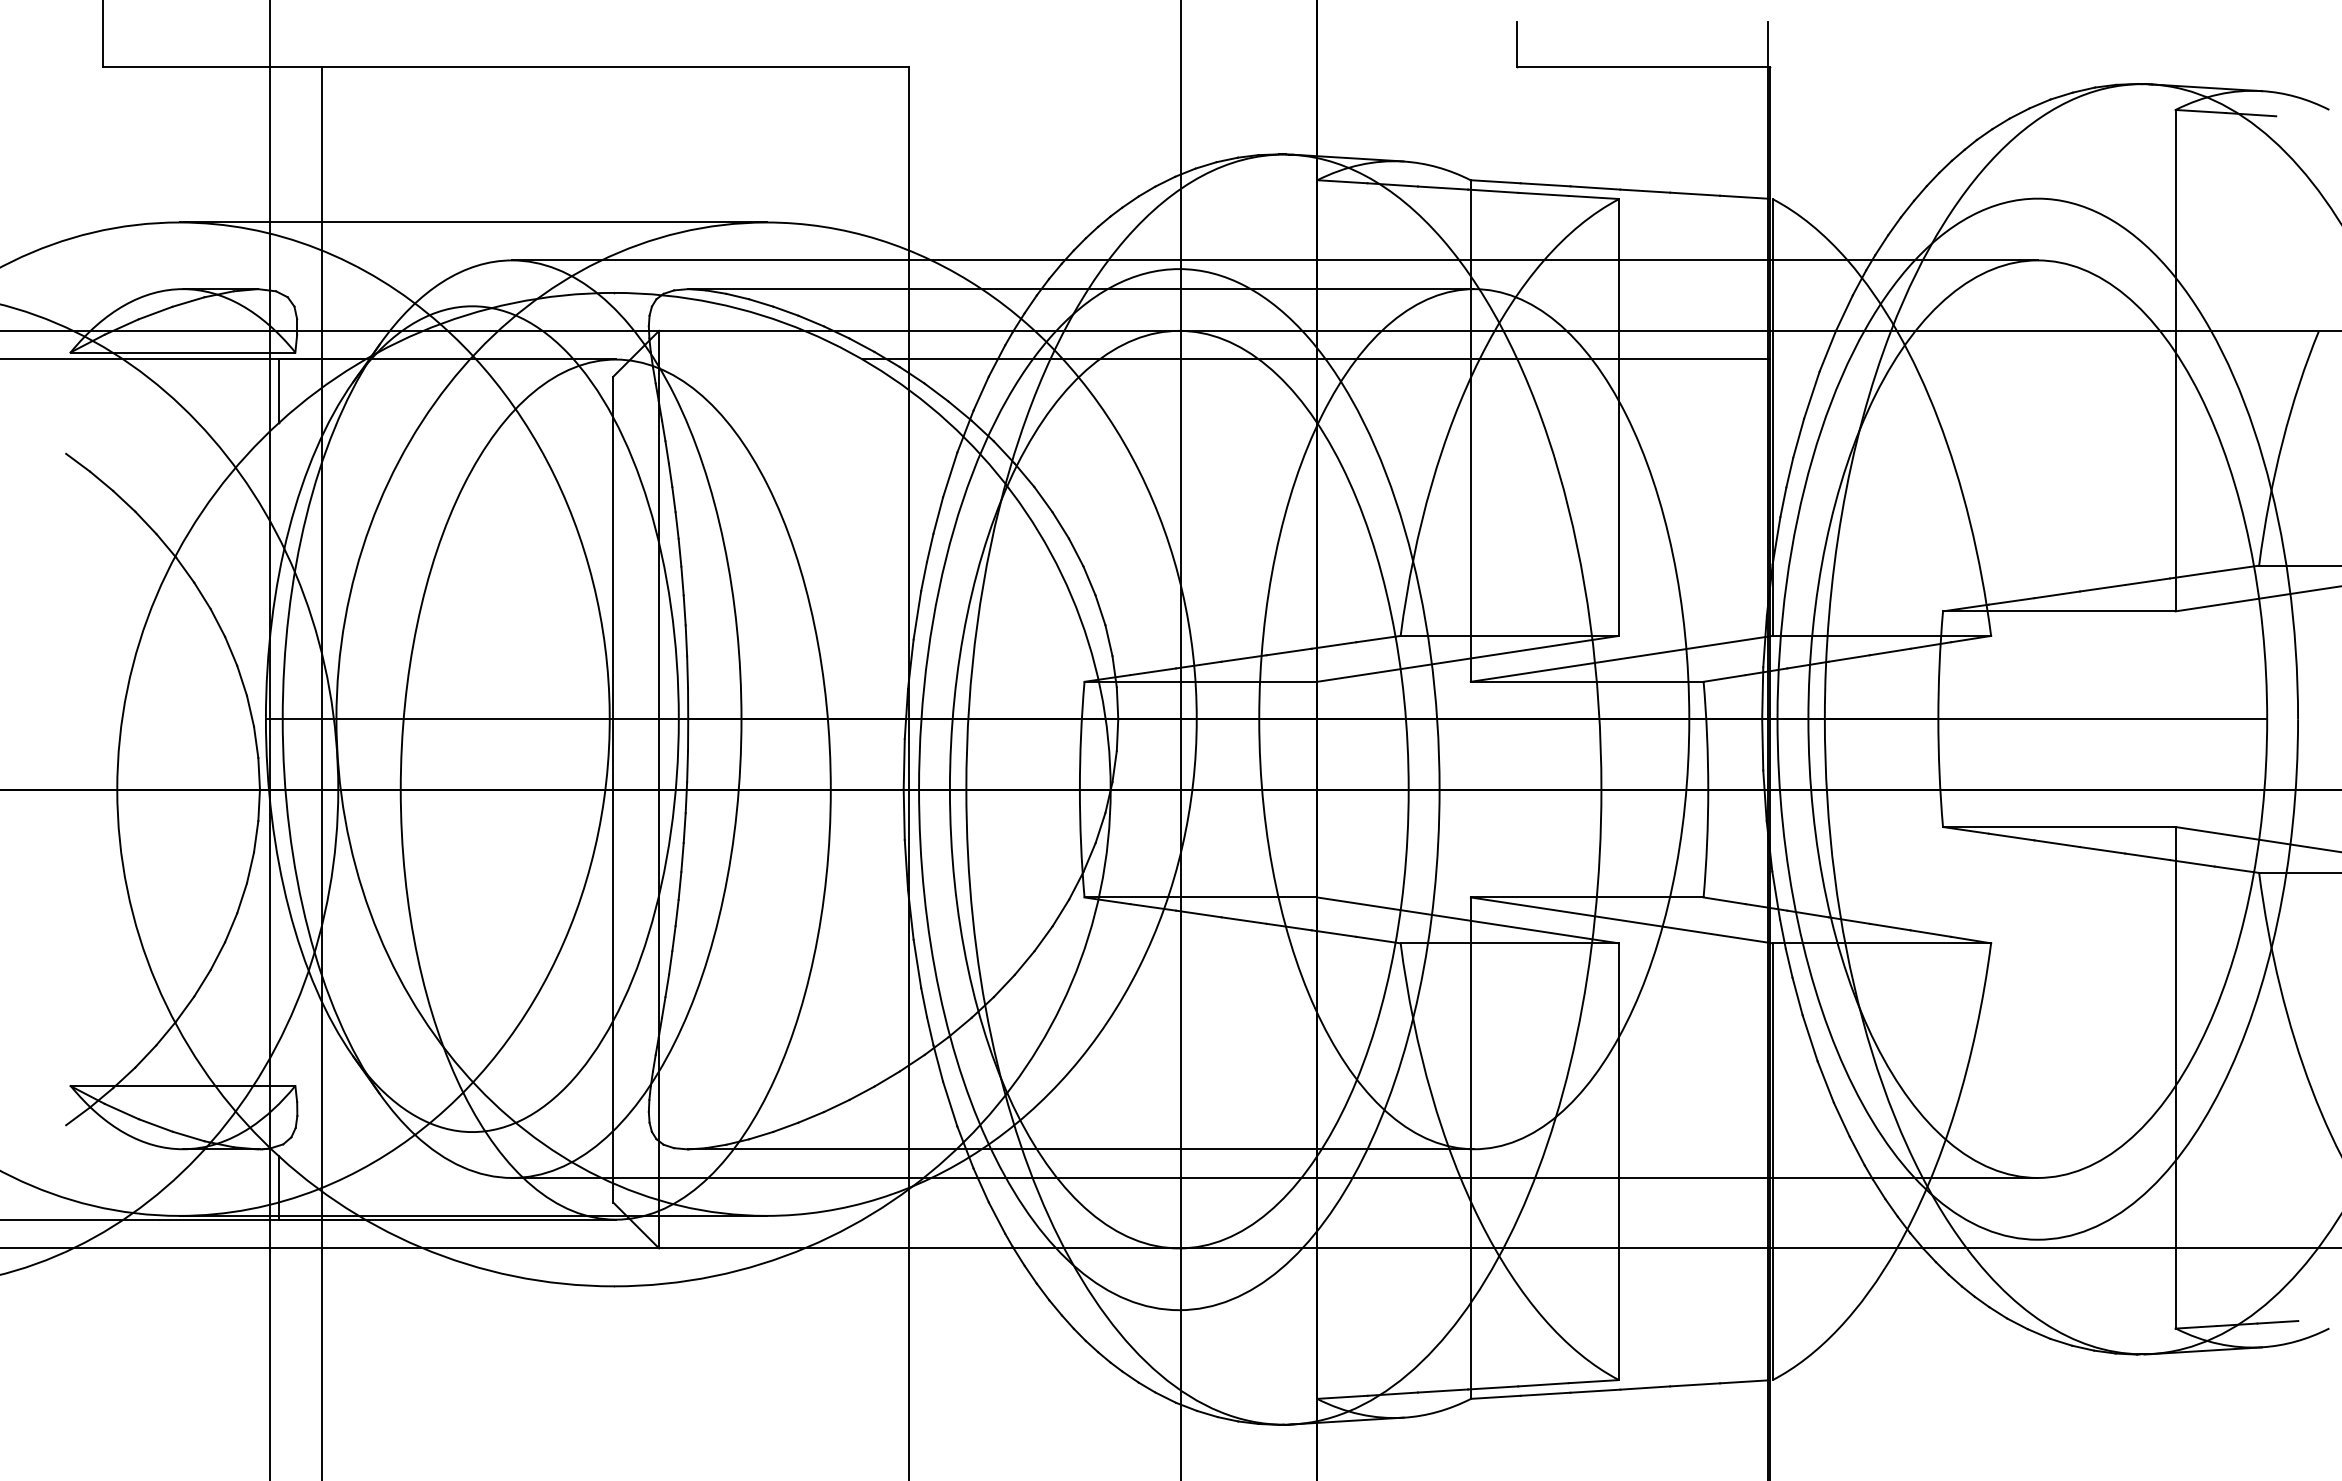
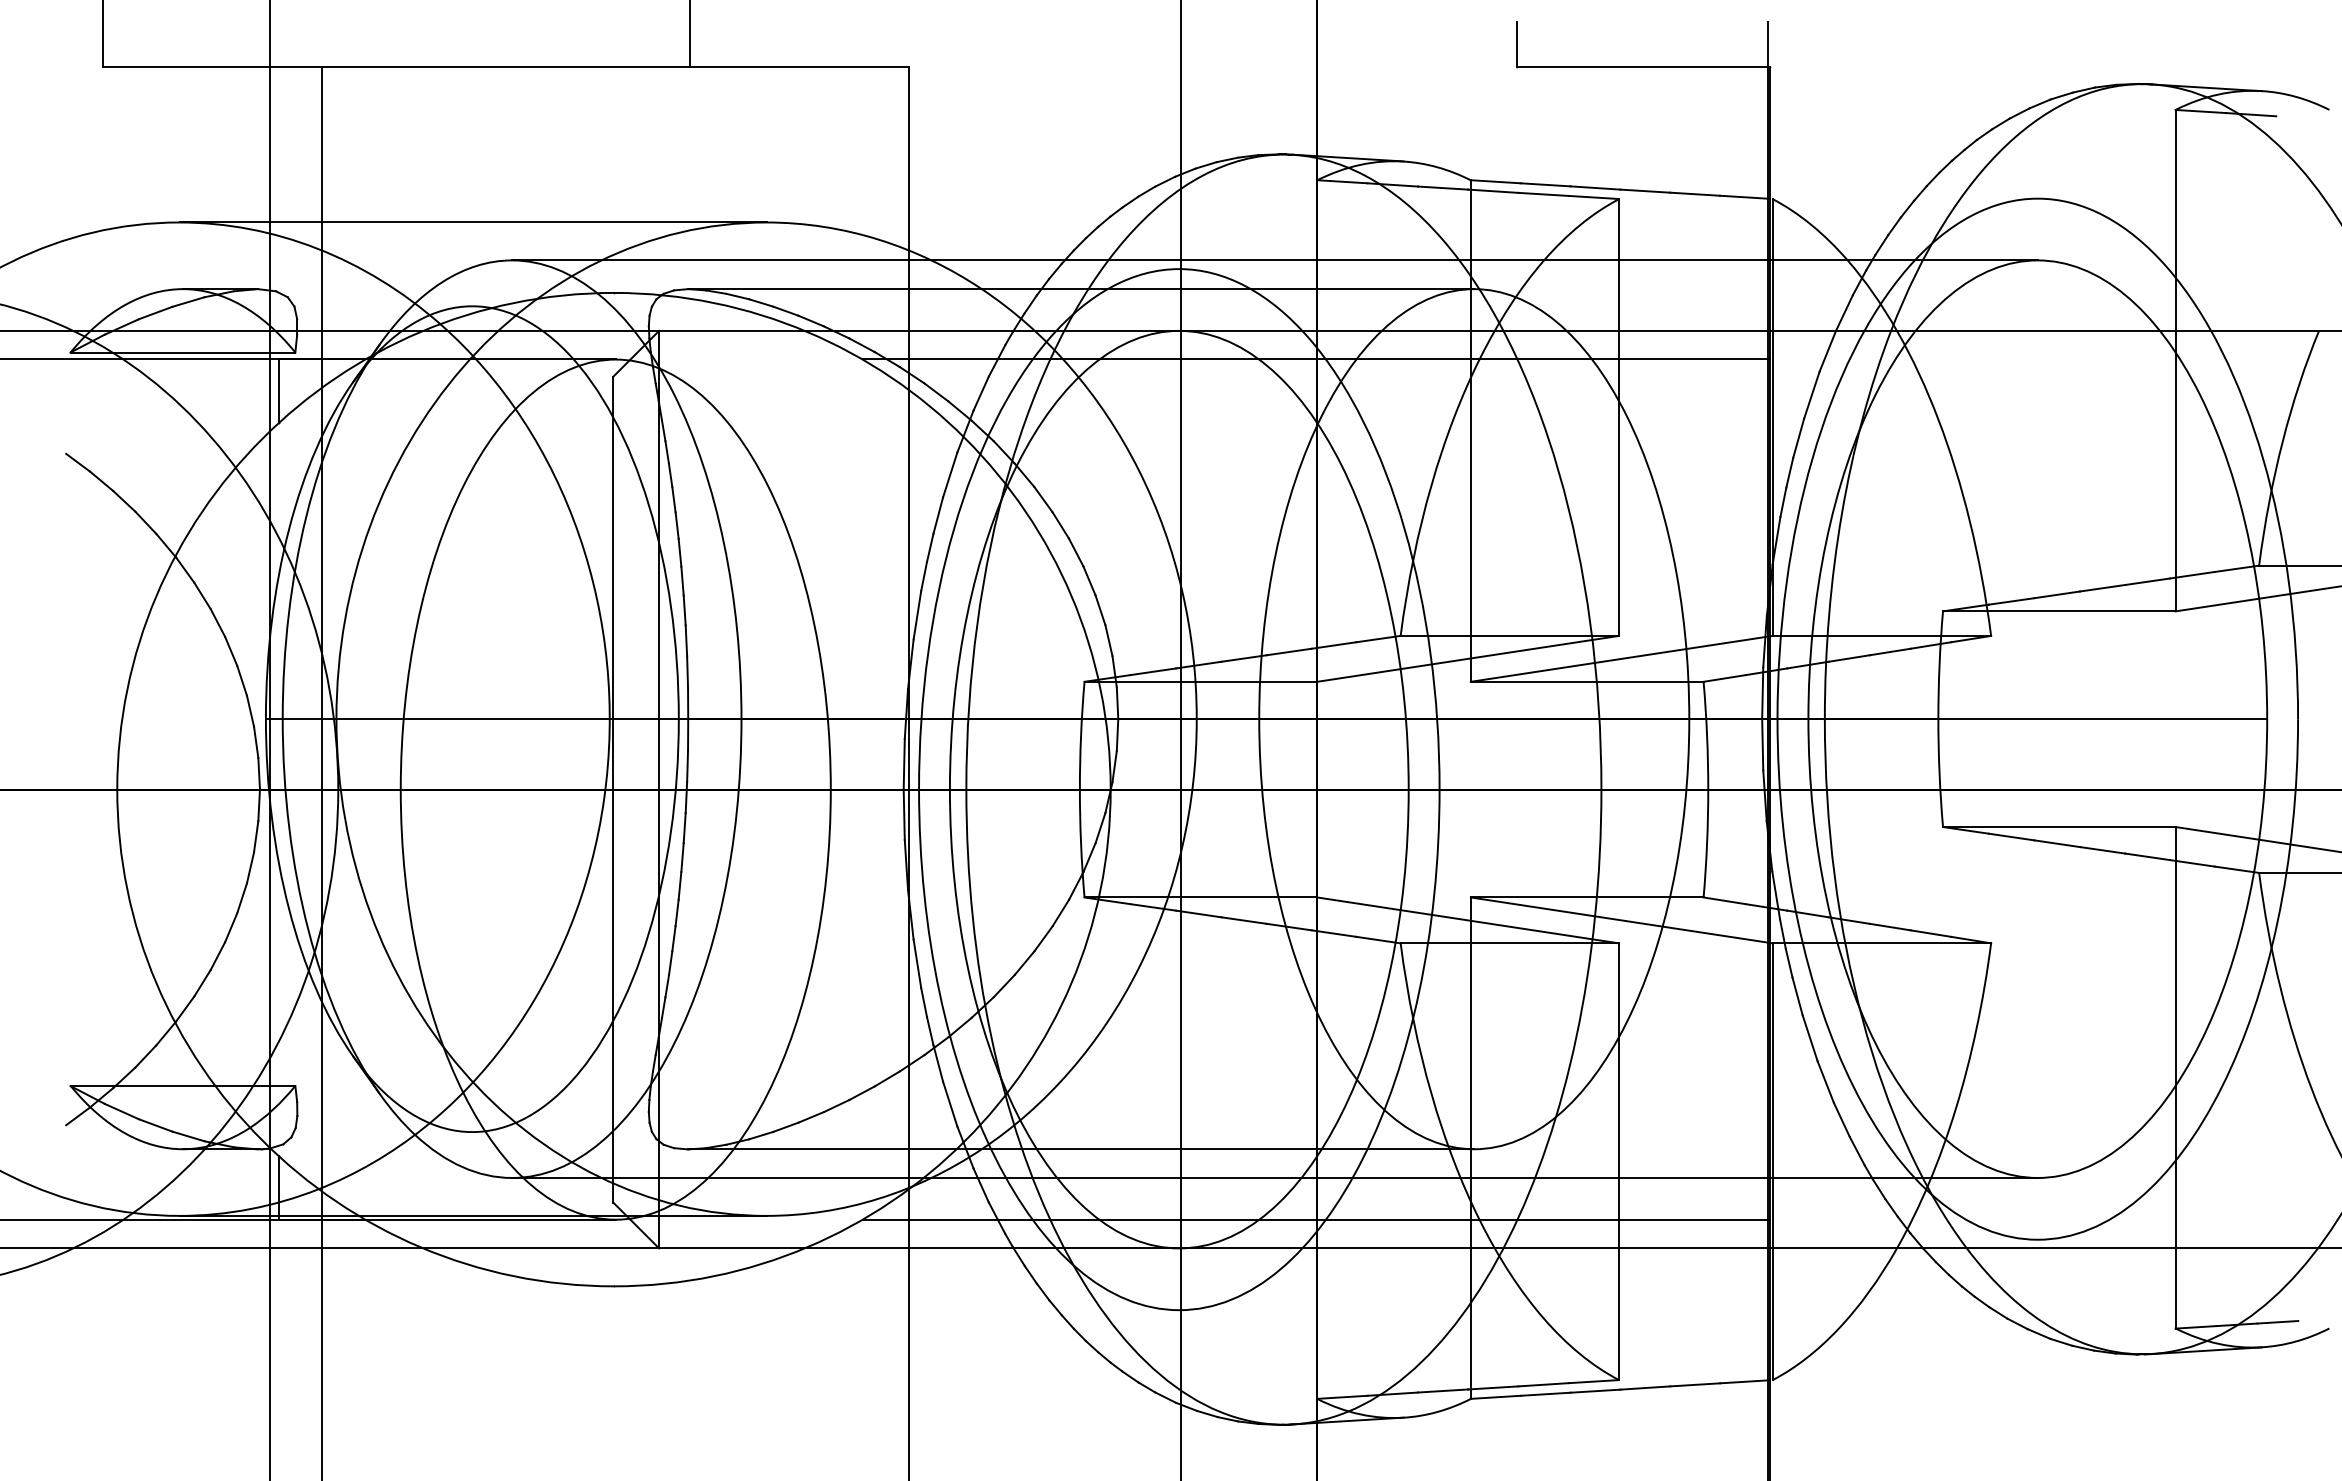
line at (690, 34): none -> present
line at (1315, 1219): none -> present
